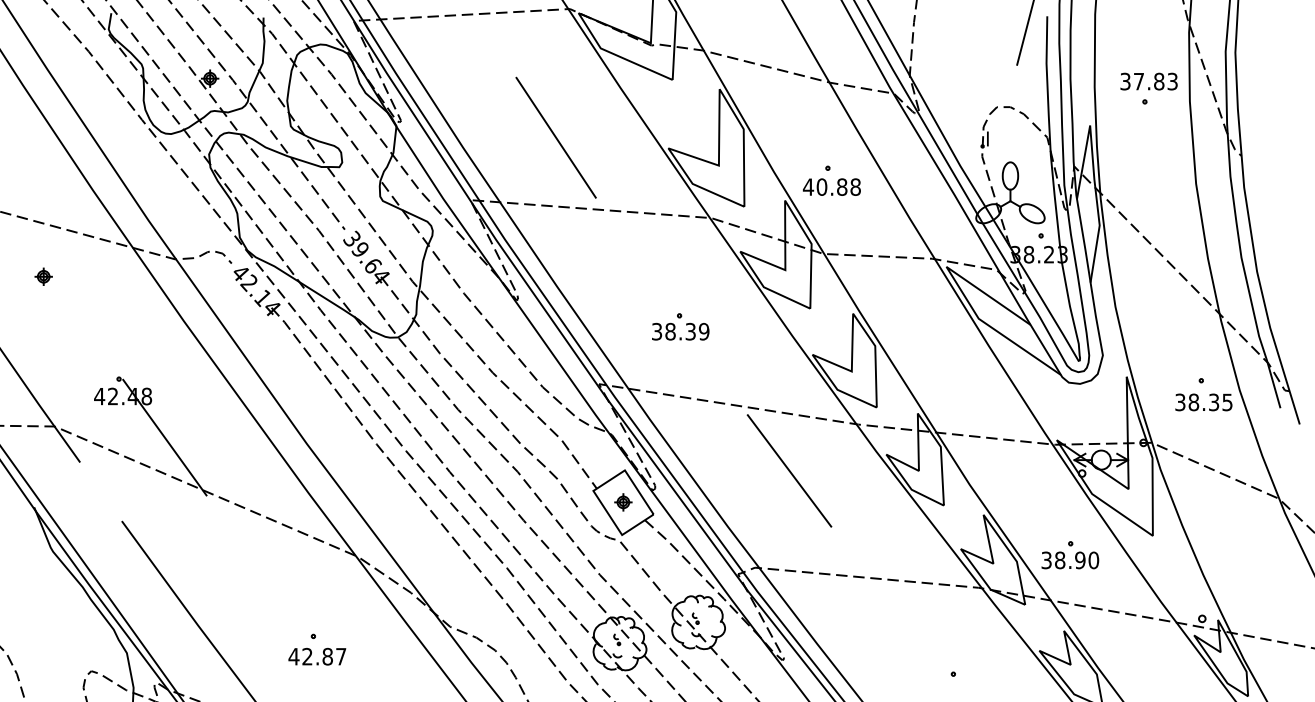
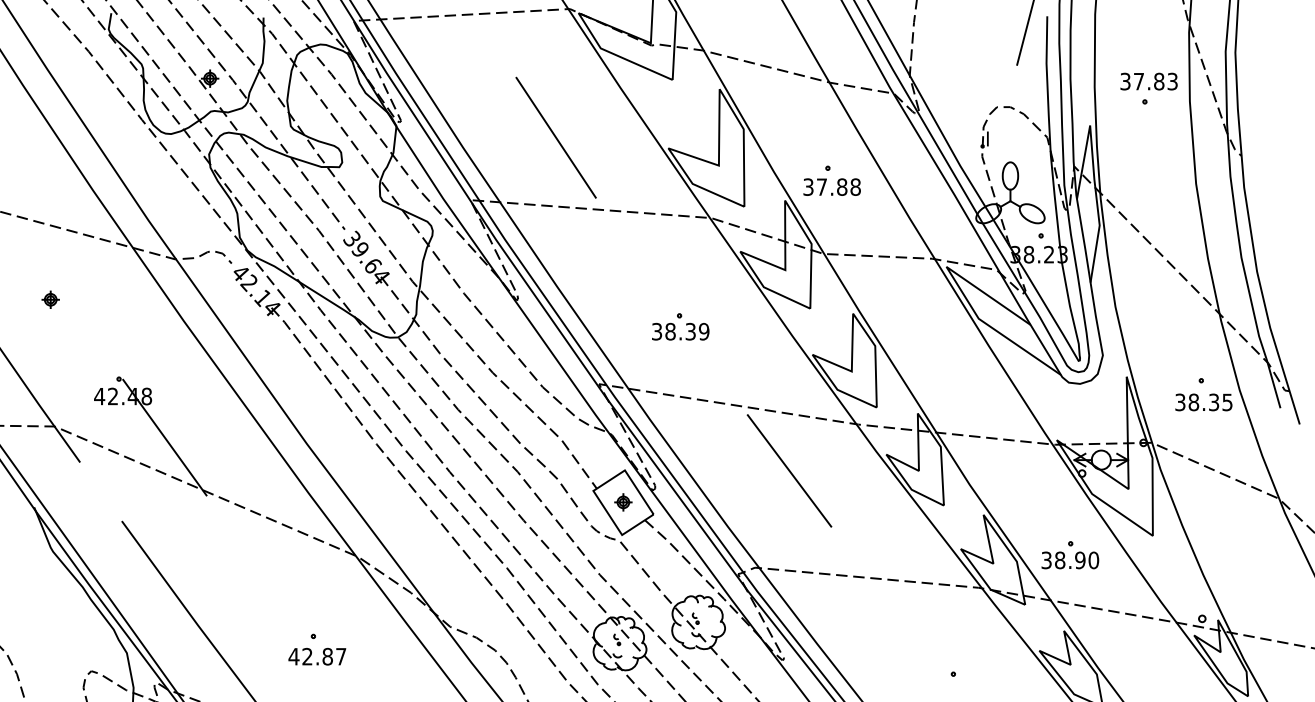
text at (814, 186): 40.88 -> 37.88
part at (43, 276) position: (43, 276) -> (50, 299)
